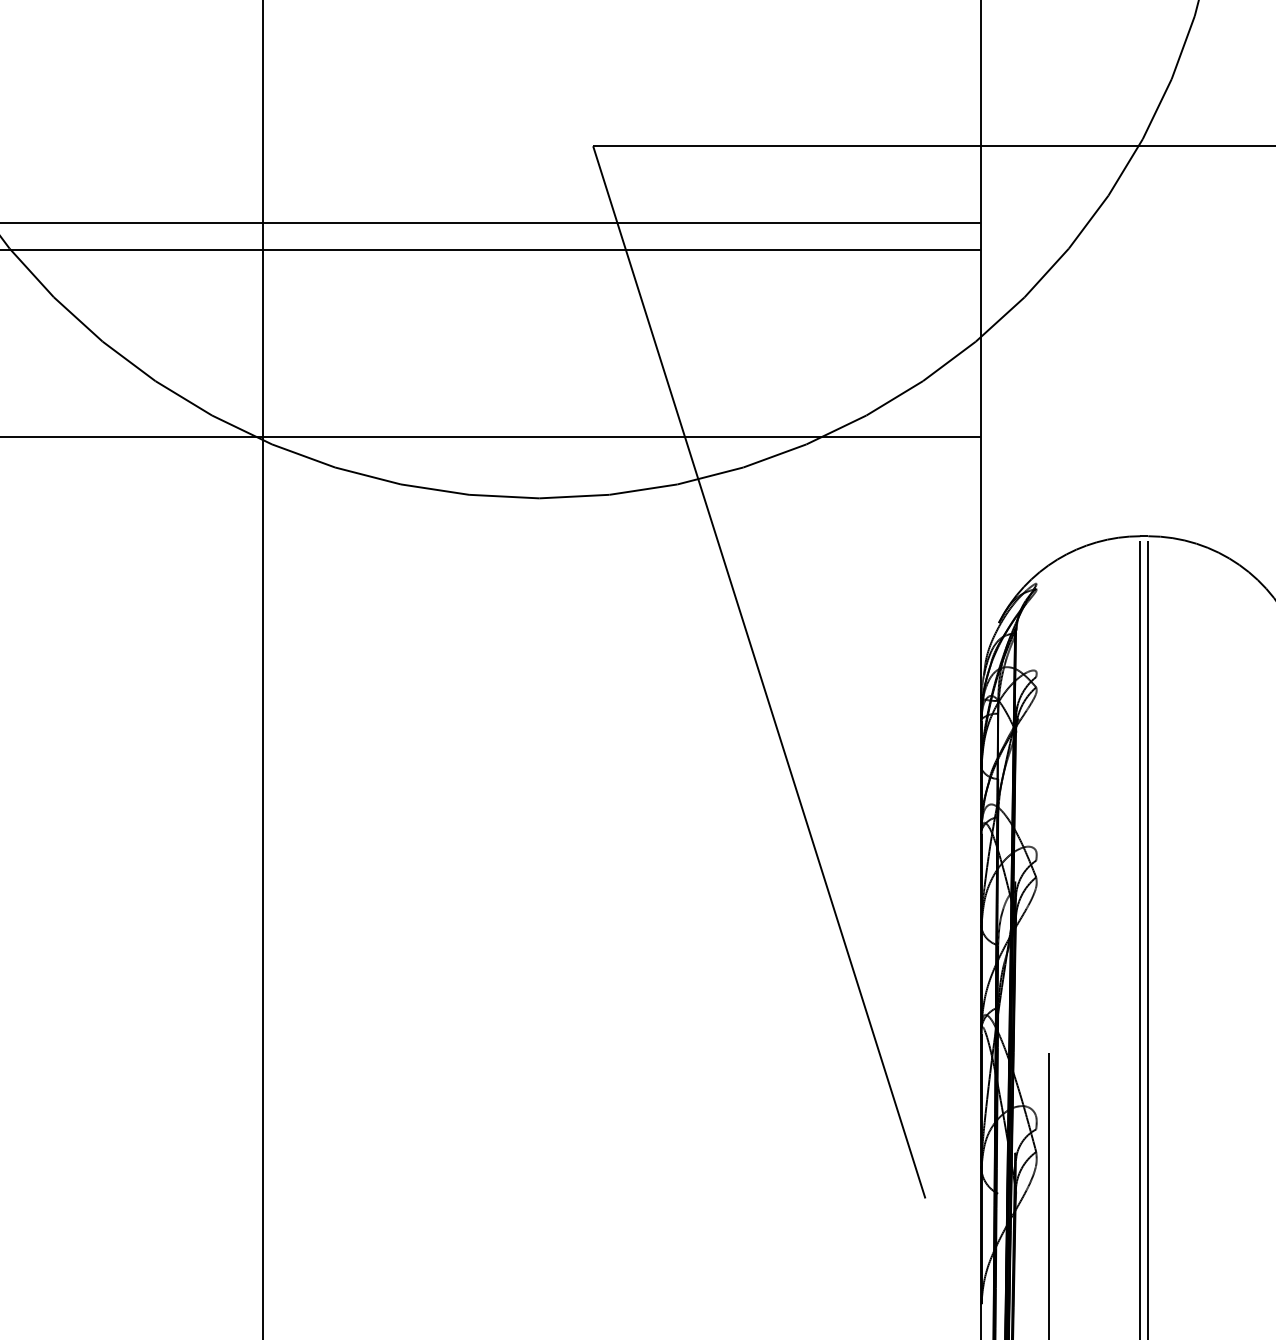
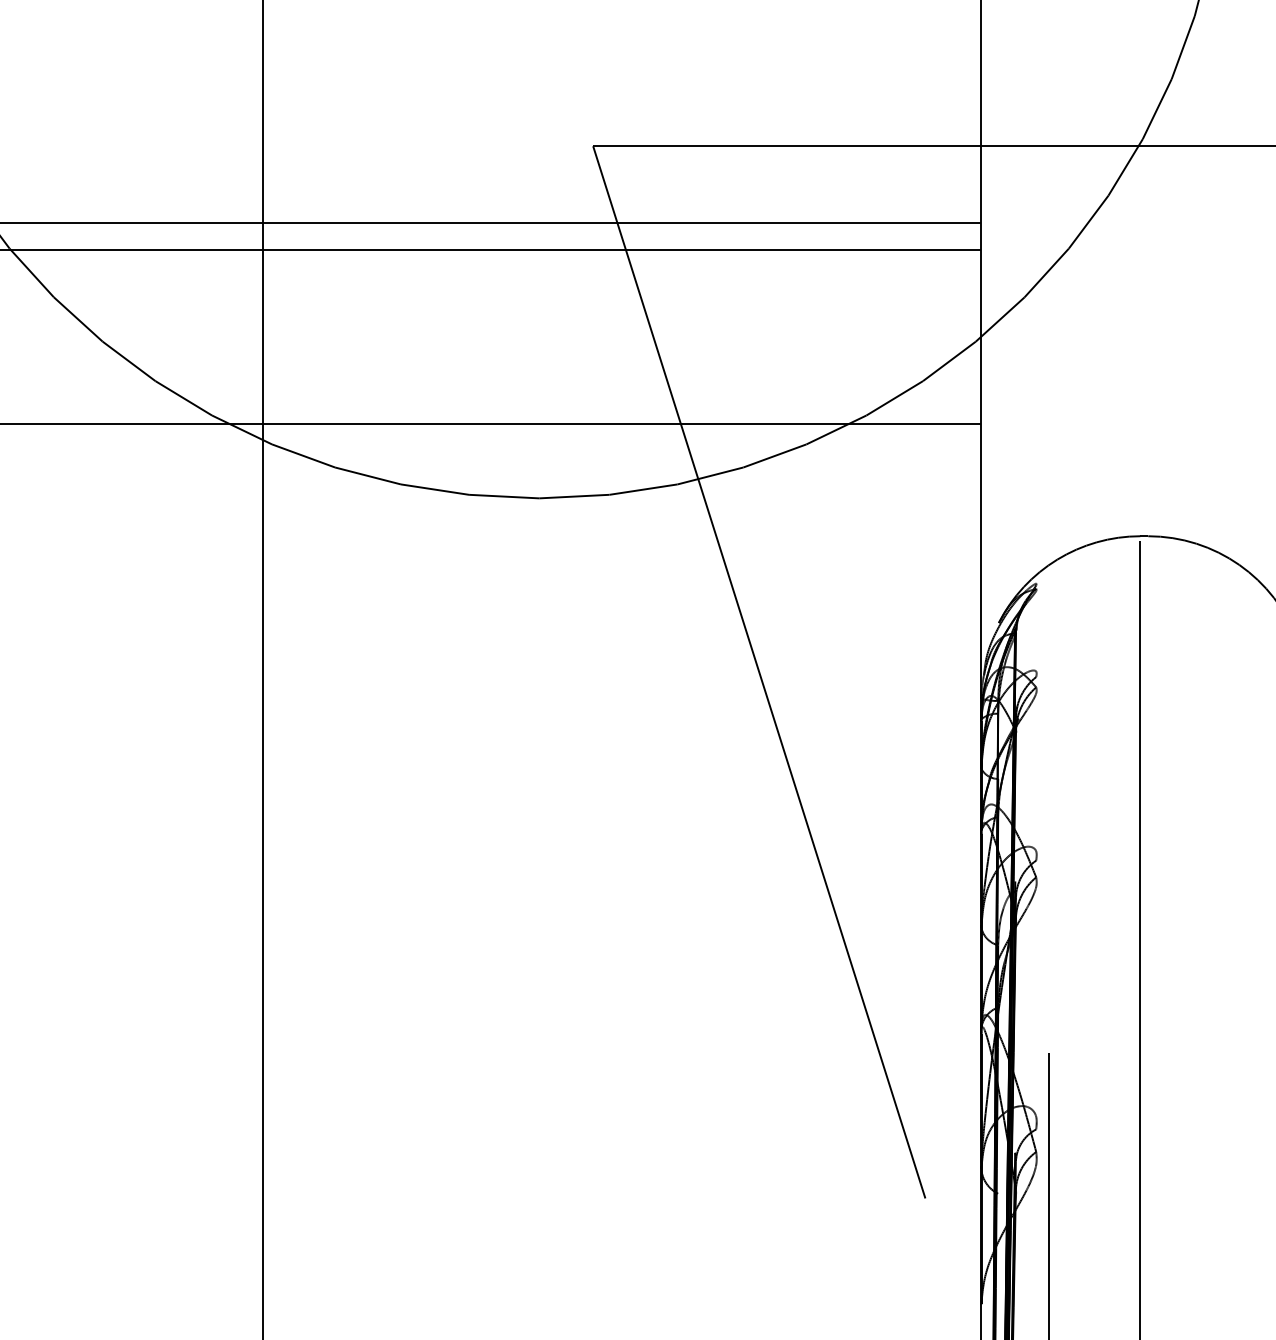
line at (491, 436) position: (491, 436) -> (491, 423)
line at (1148, 938): present -> none
